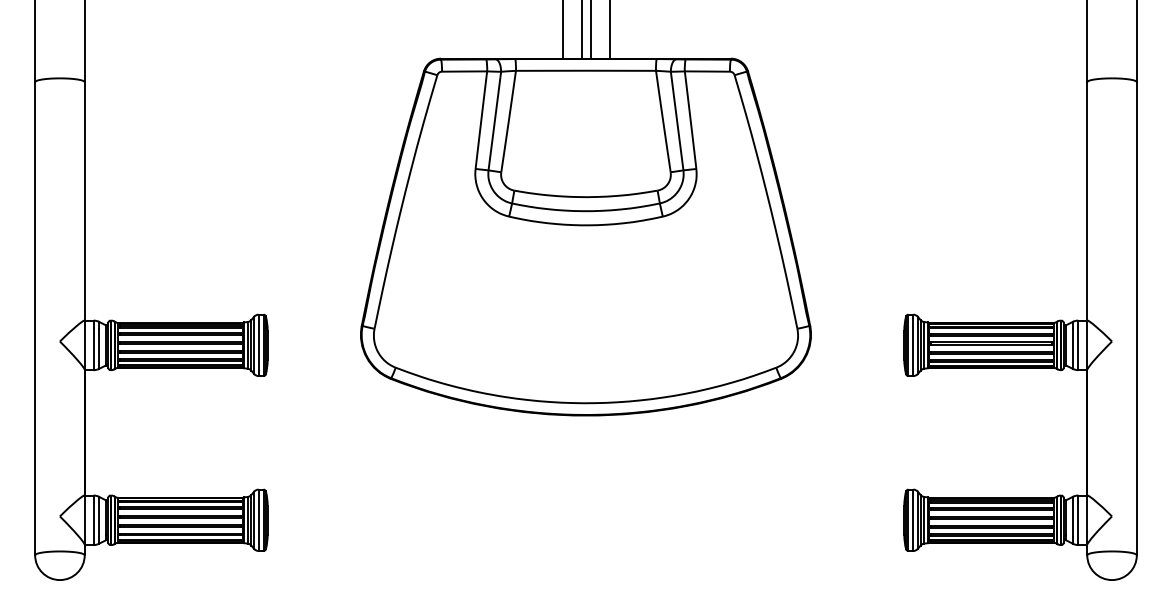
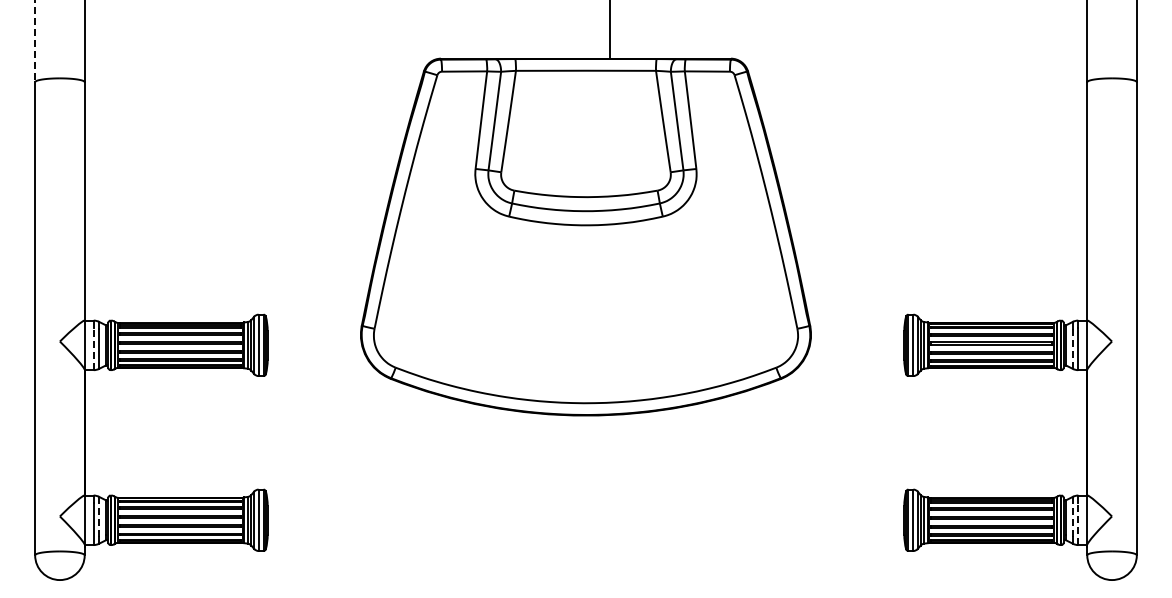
line at (562, 30): present -> none
line at (581, 30): present -> none
line at (591, 30): present -> none
line at (35, 41): solid -> dashed
line at (93, 349): solid -> dashed
line at (1072, 349): solid -> dashed
line at (99, 517): solid -> dashed
line at (1072, 517): solid -> dashed
line at (1078, 524): solid -> dashed
